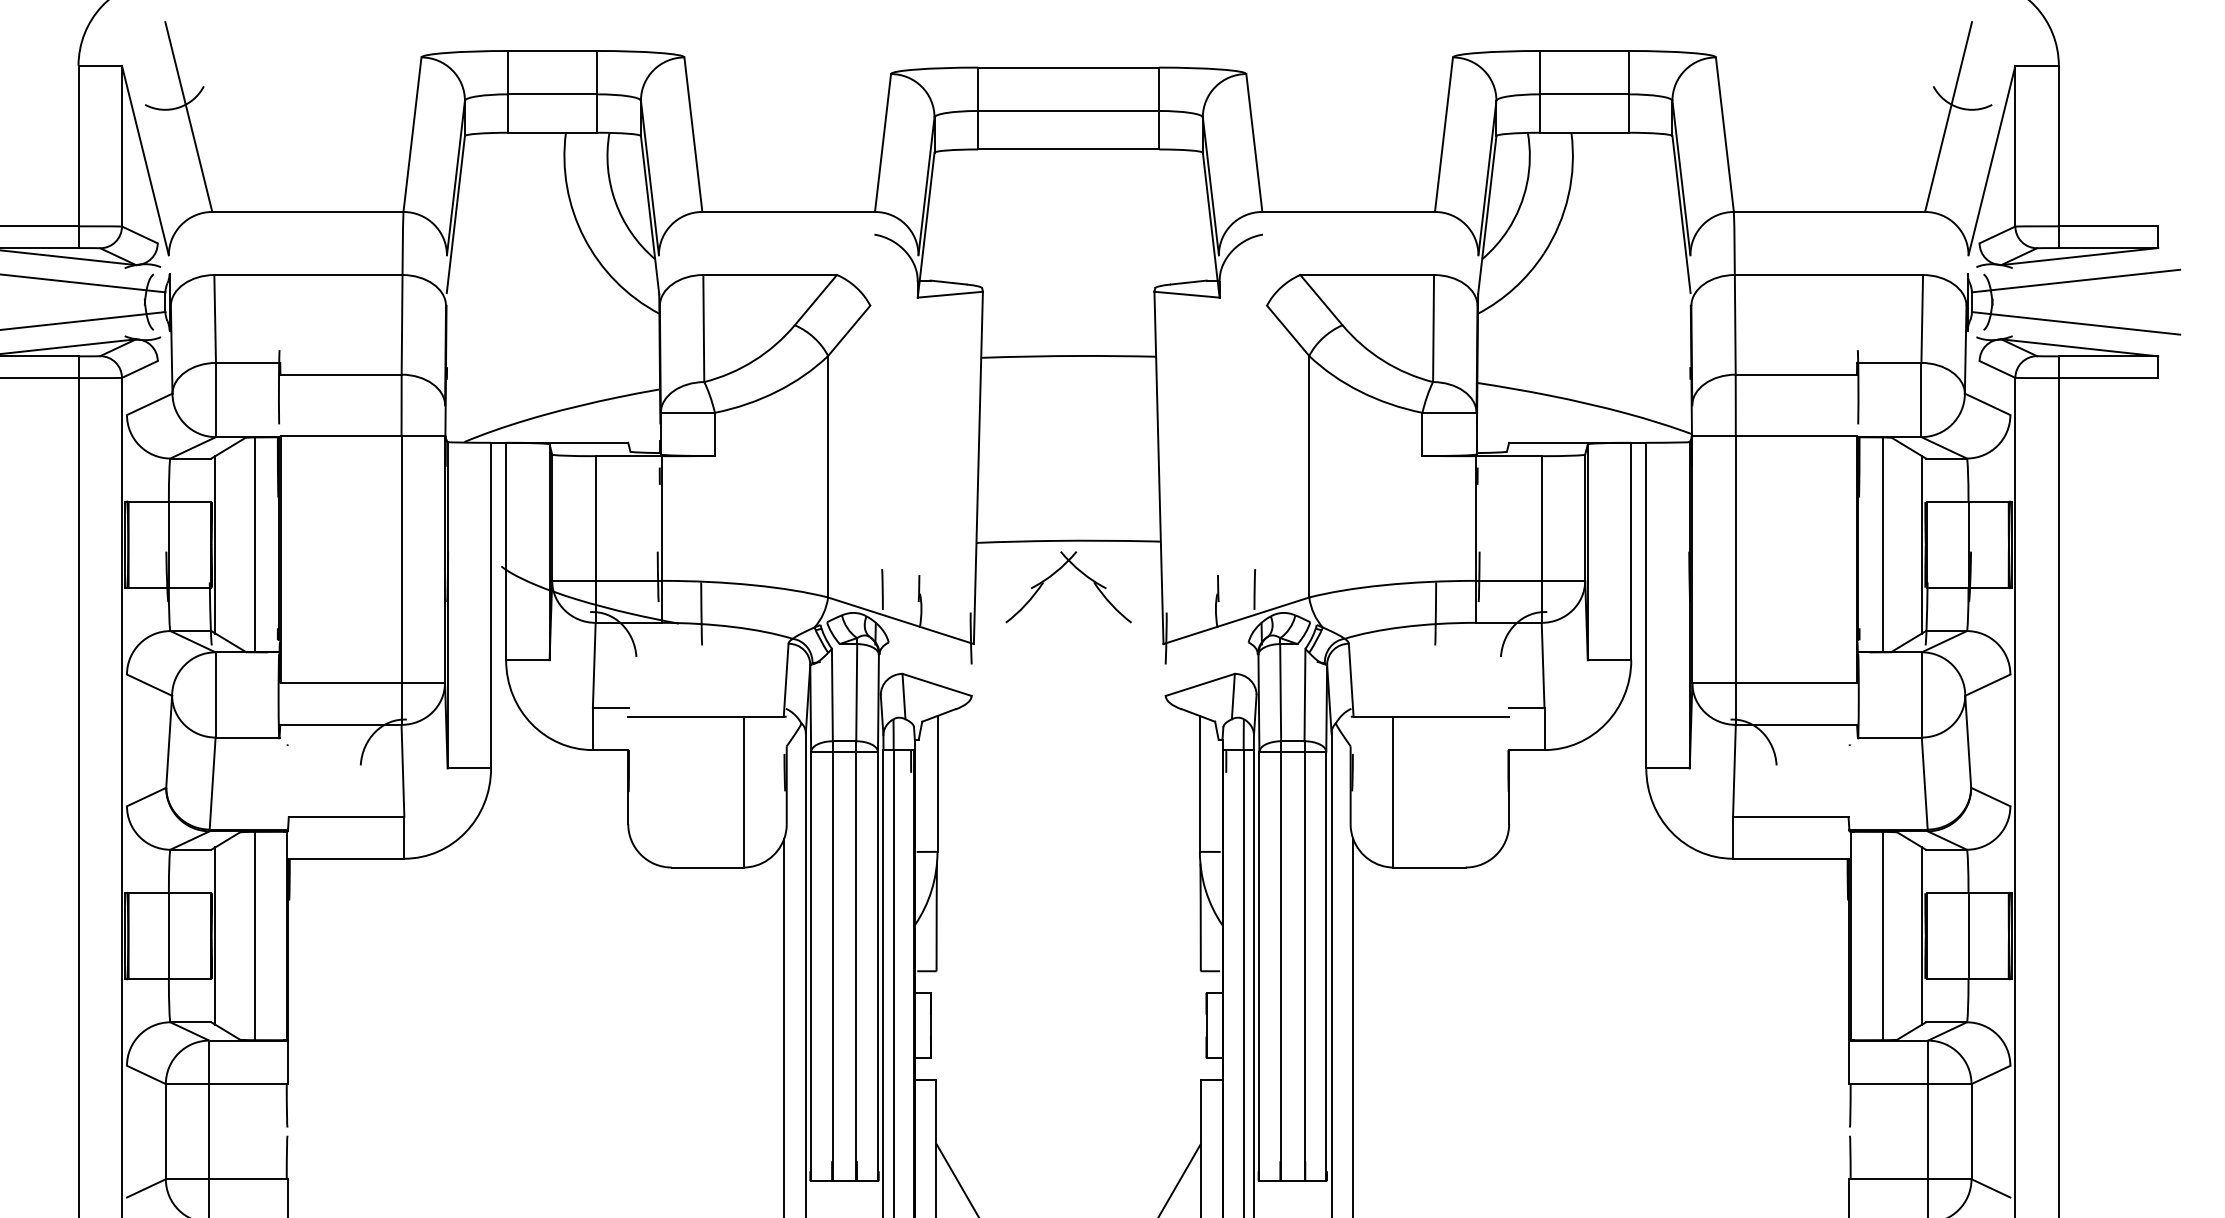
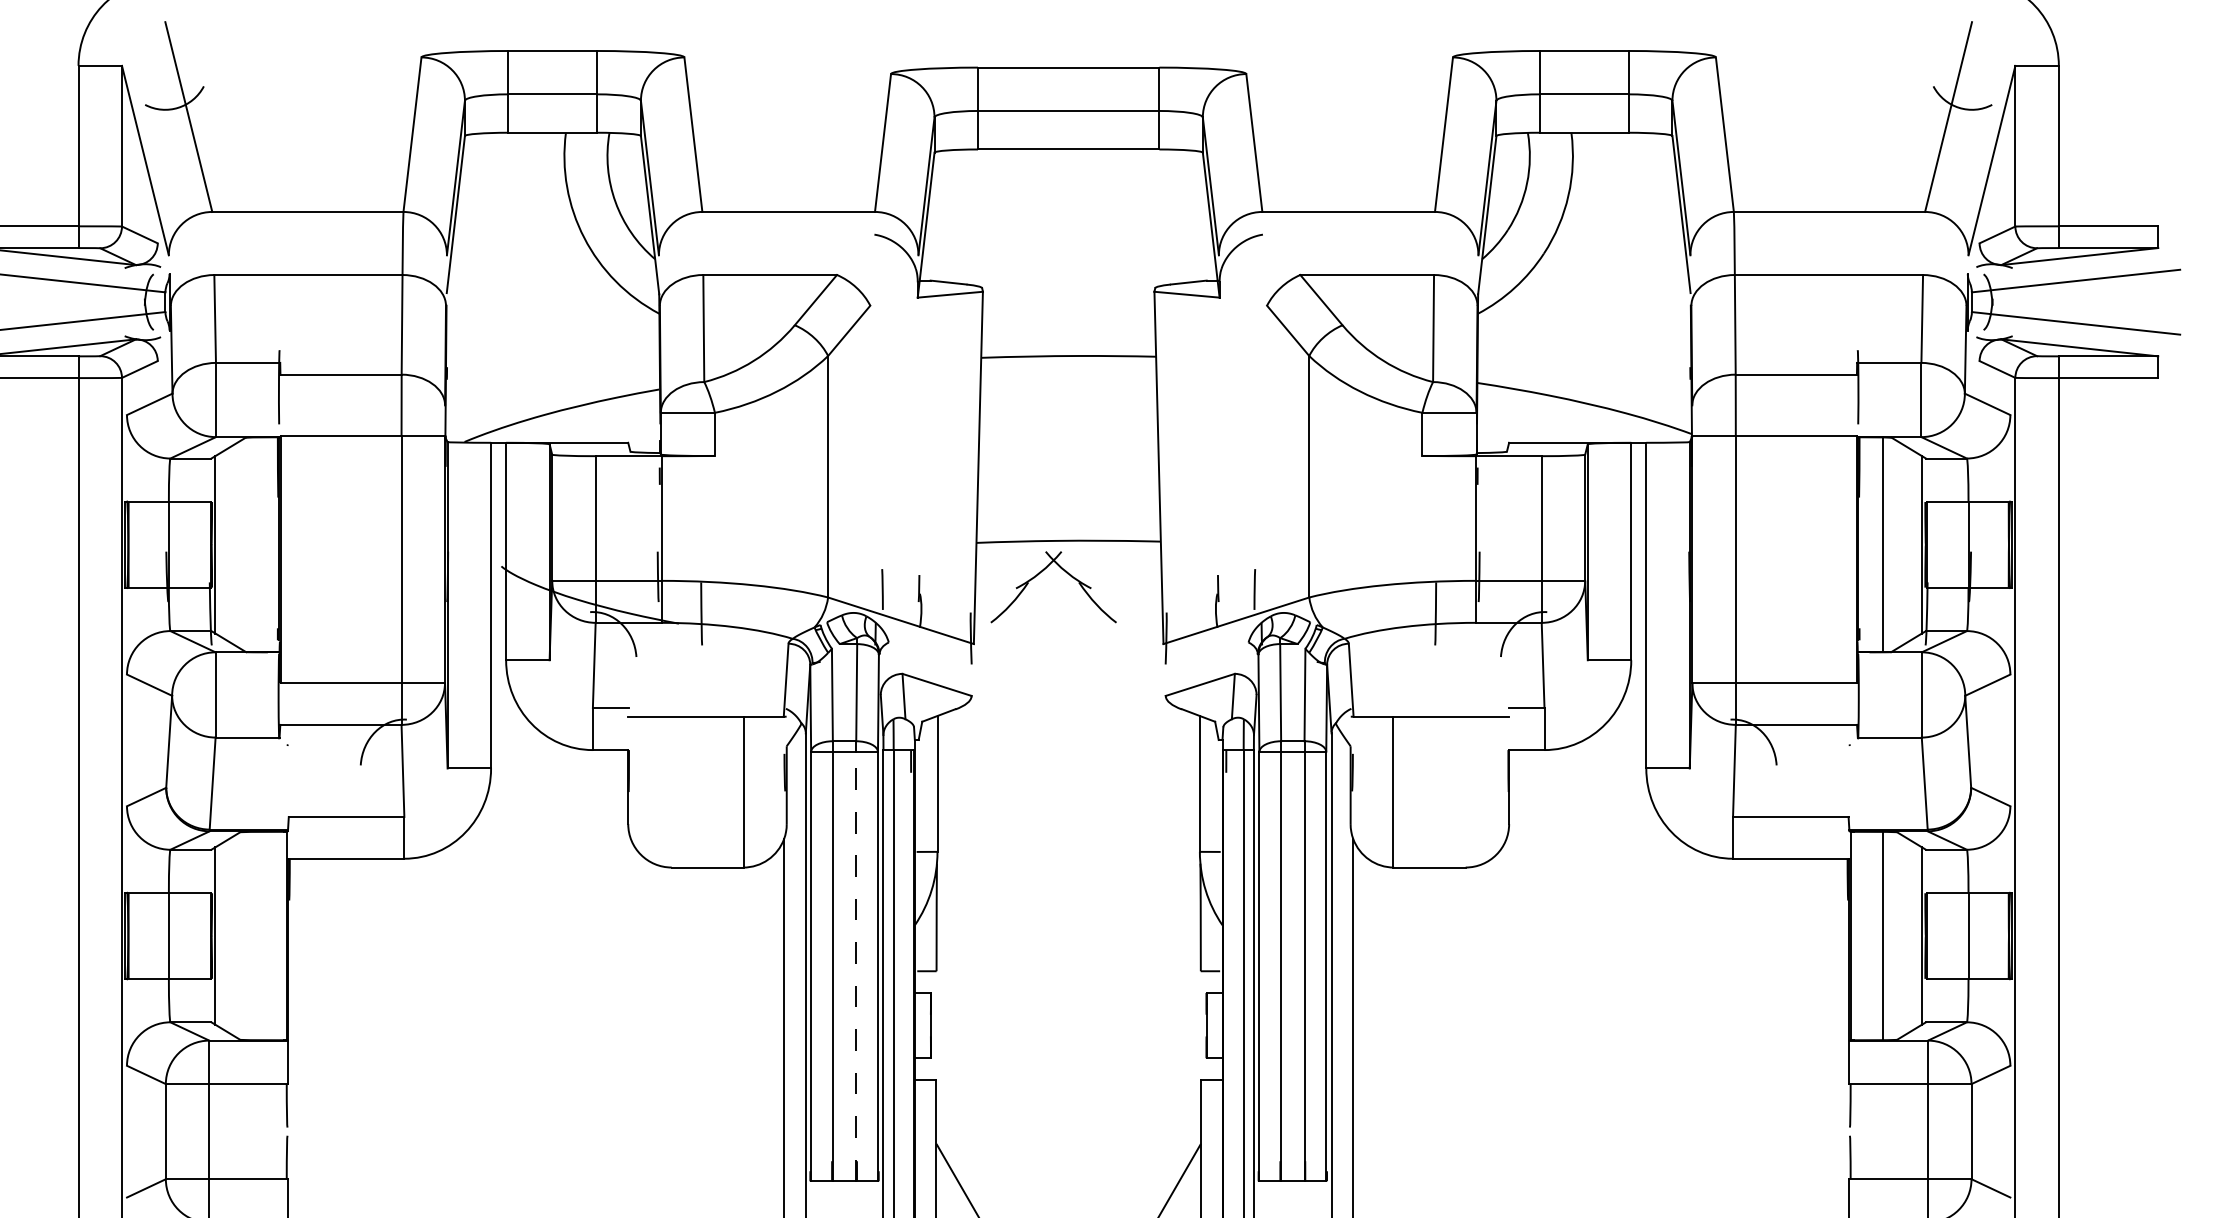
line at (254, 544): present -> none
part at (1058, 571) position: (1058, 571) -> (1043, 571)
line at (254, 935): present -> none
line at (856, 966): solid -> dashed
